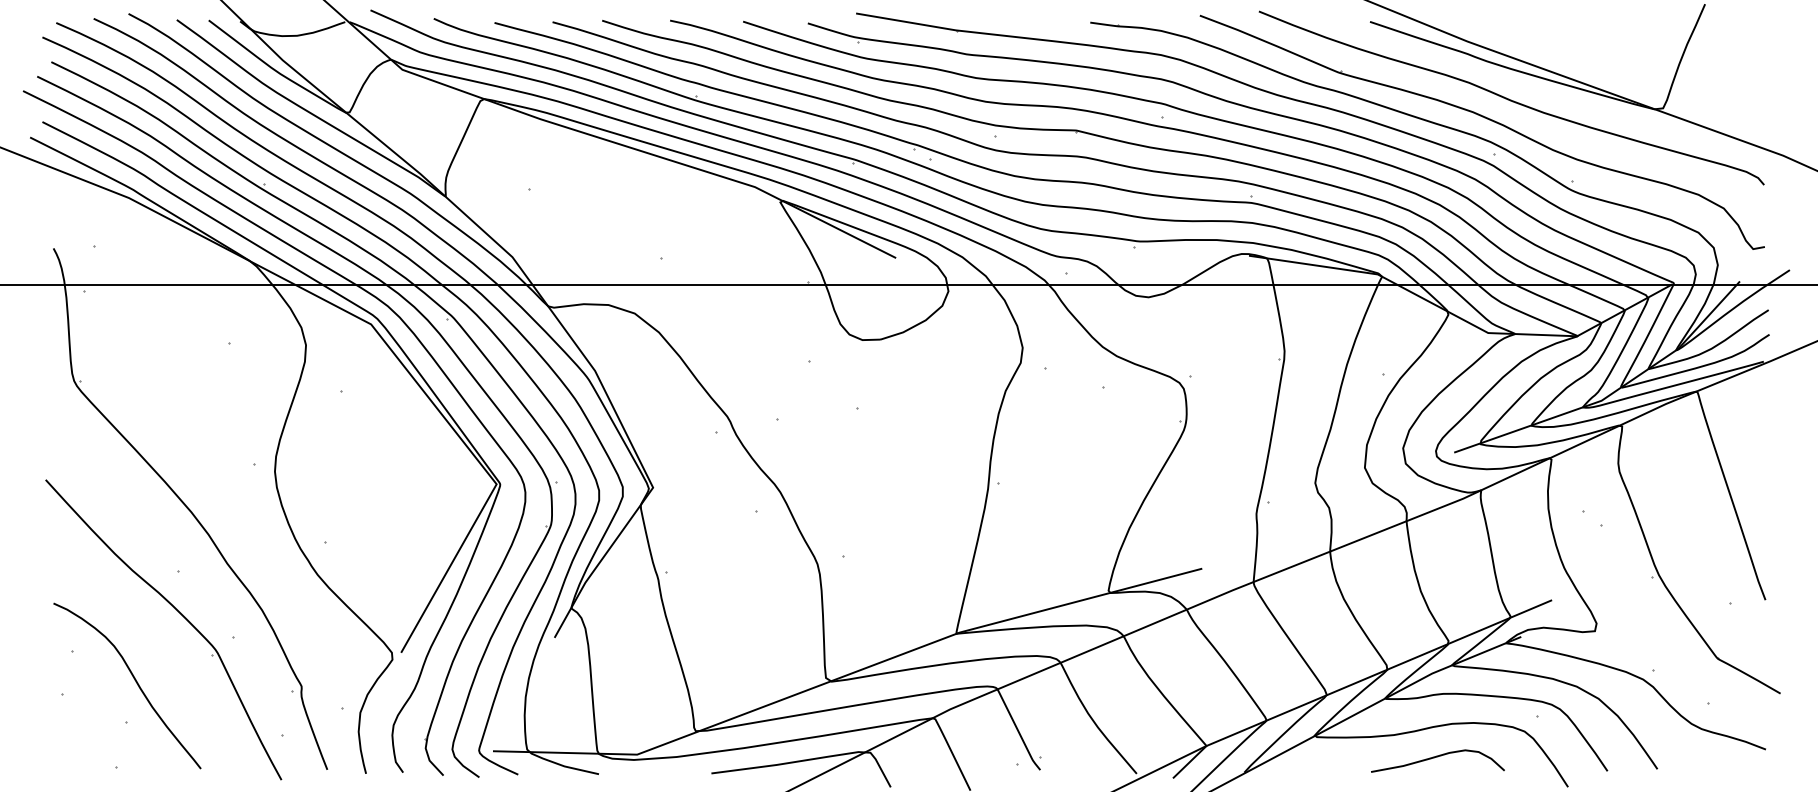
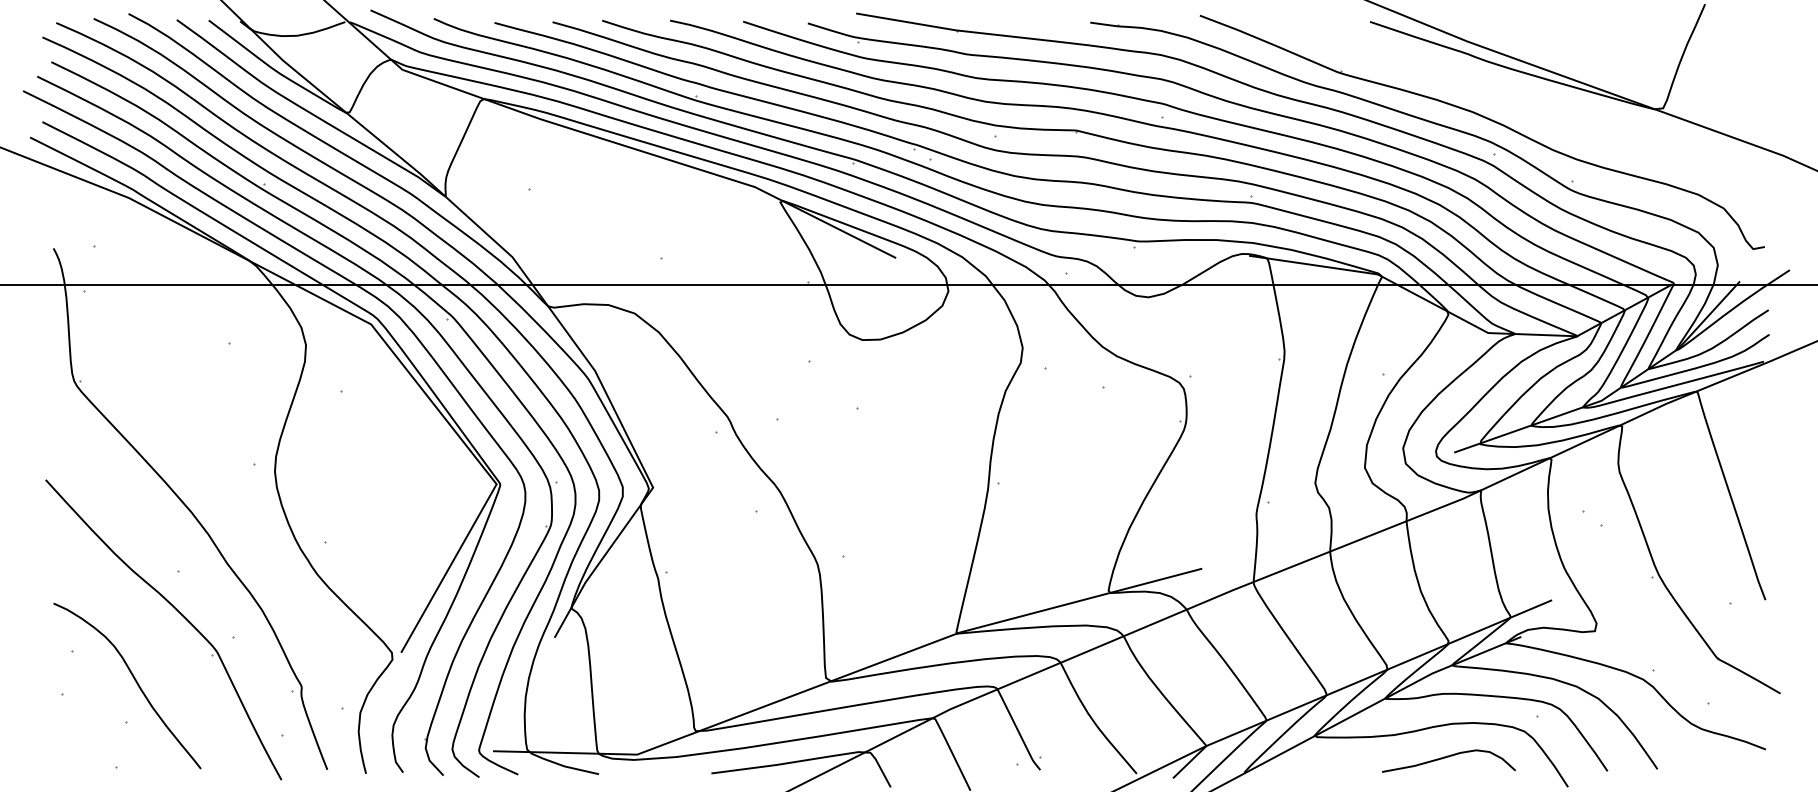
curve at (1511, 99): present -> none
curve at (1437, 757) position: (1437, 757) -> (1448, 757)
